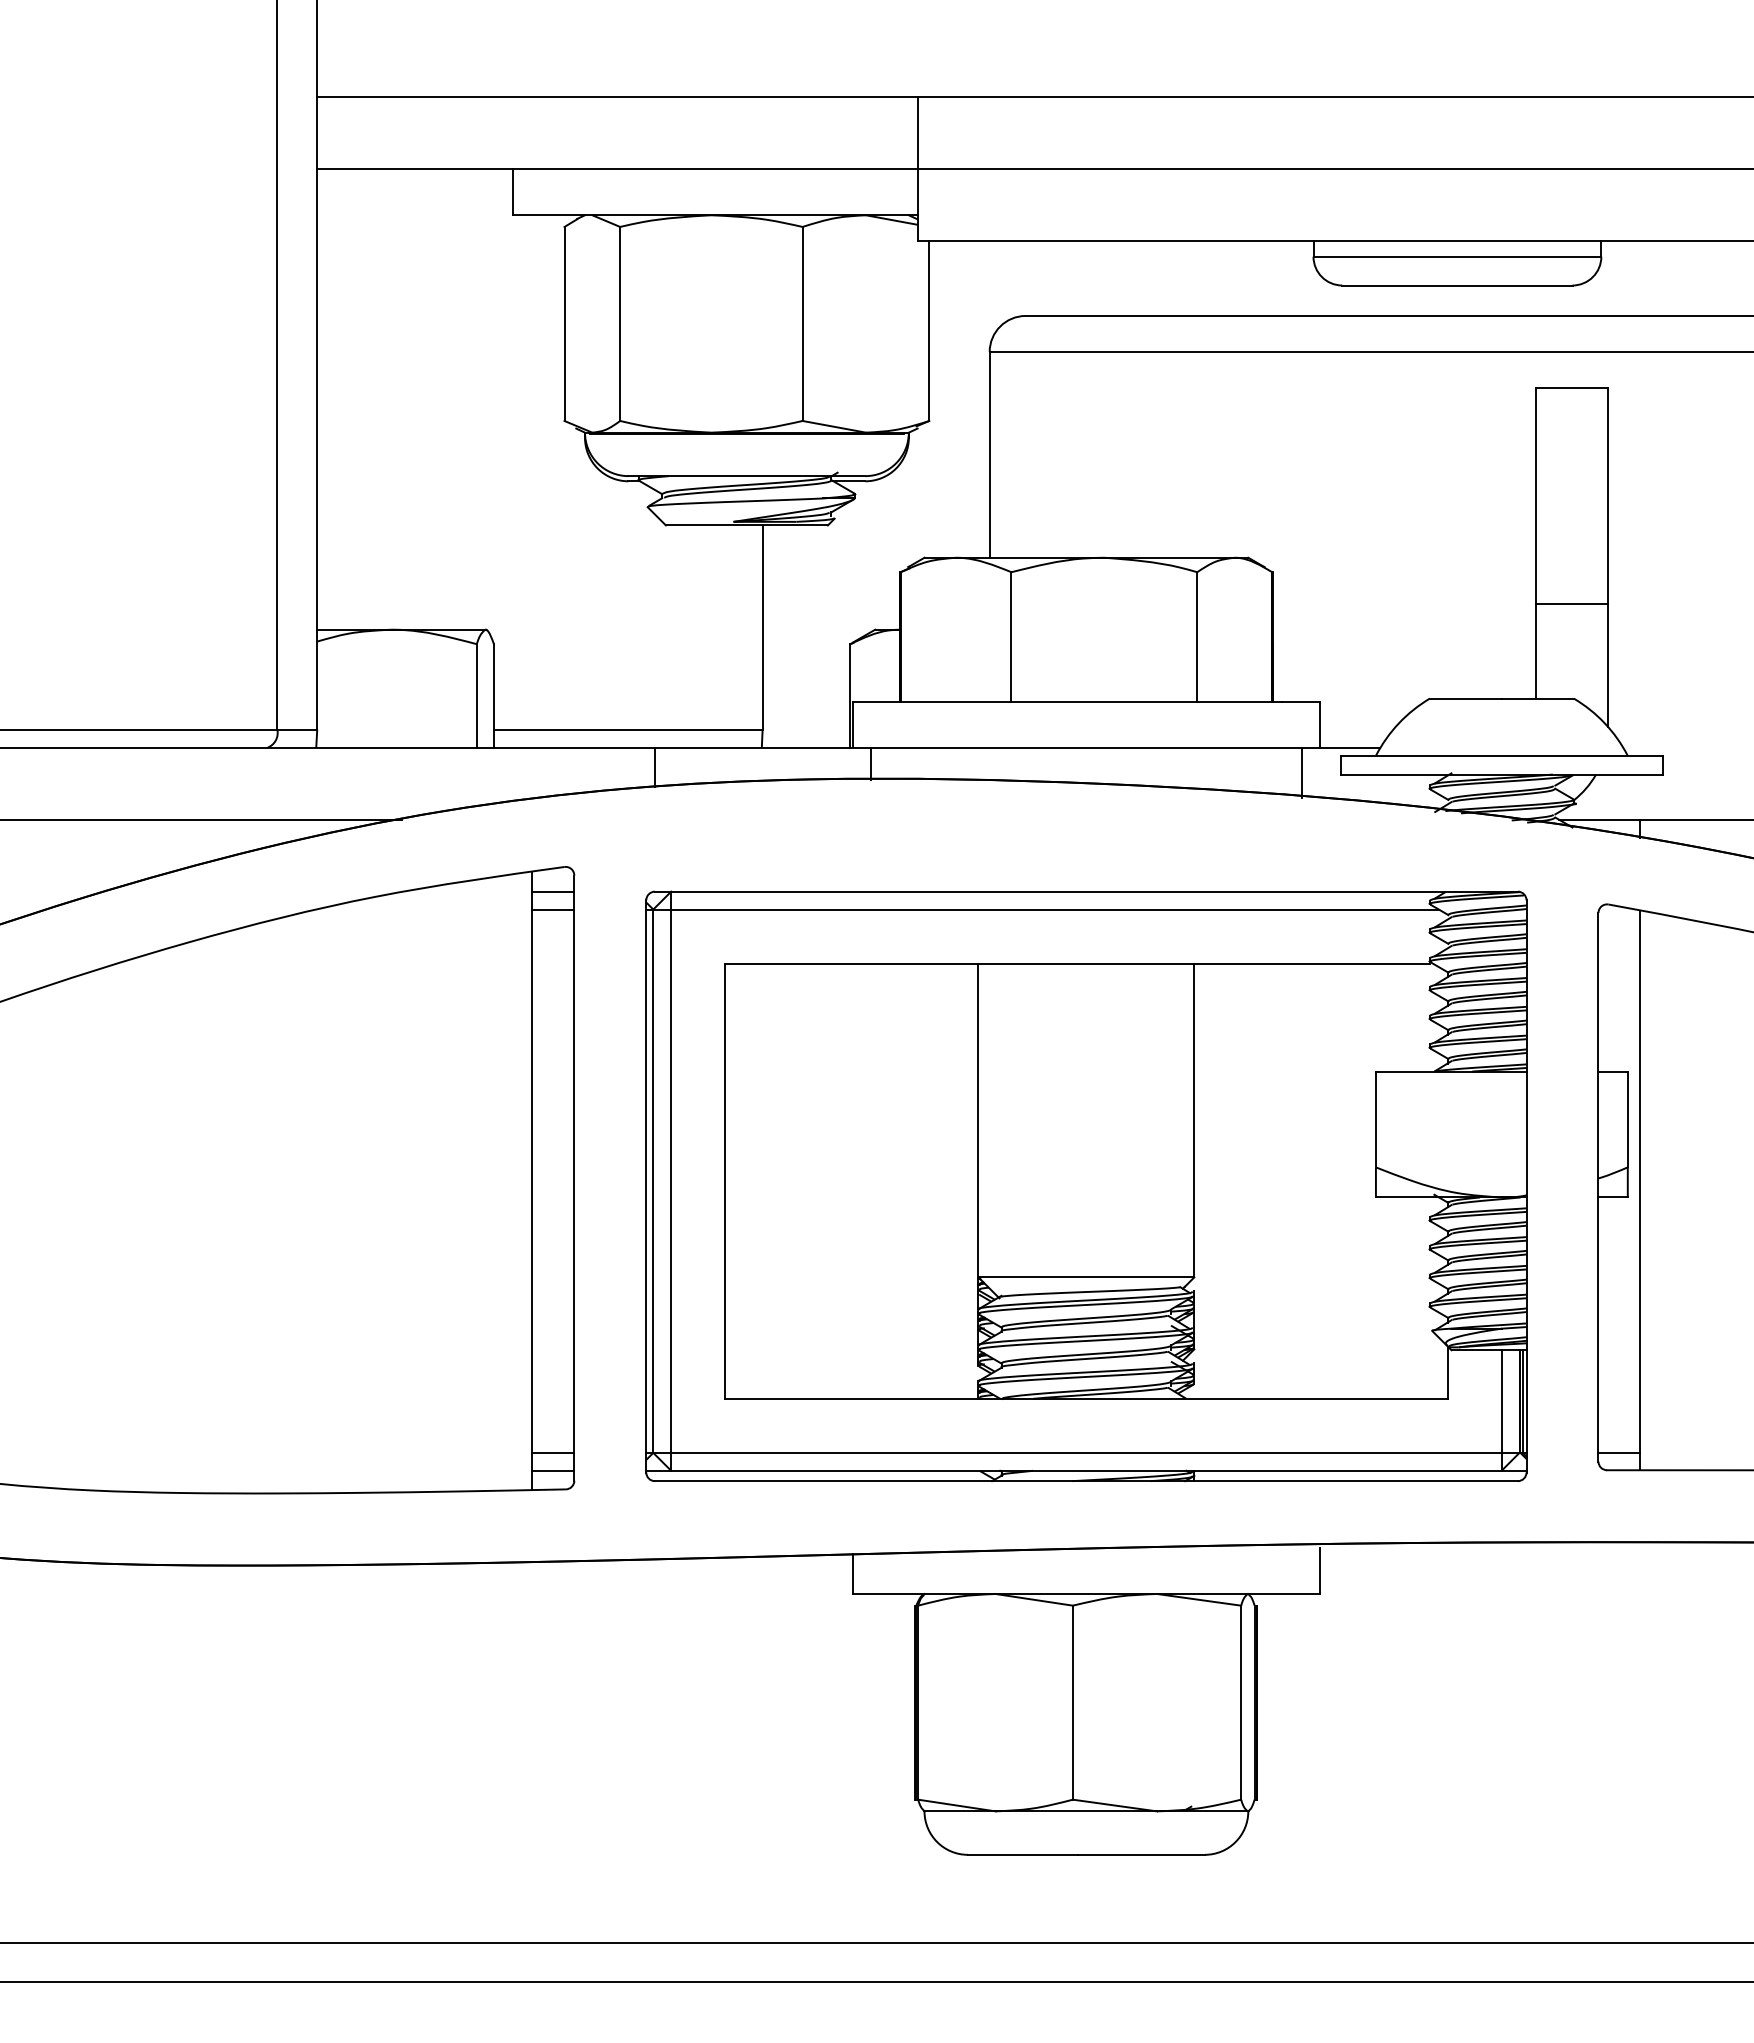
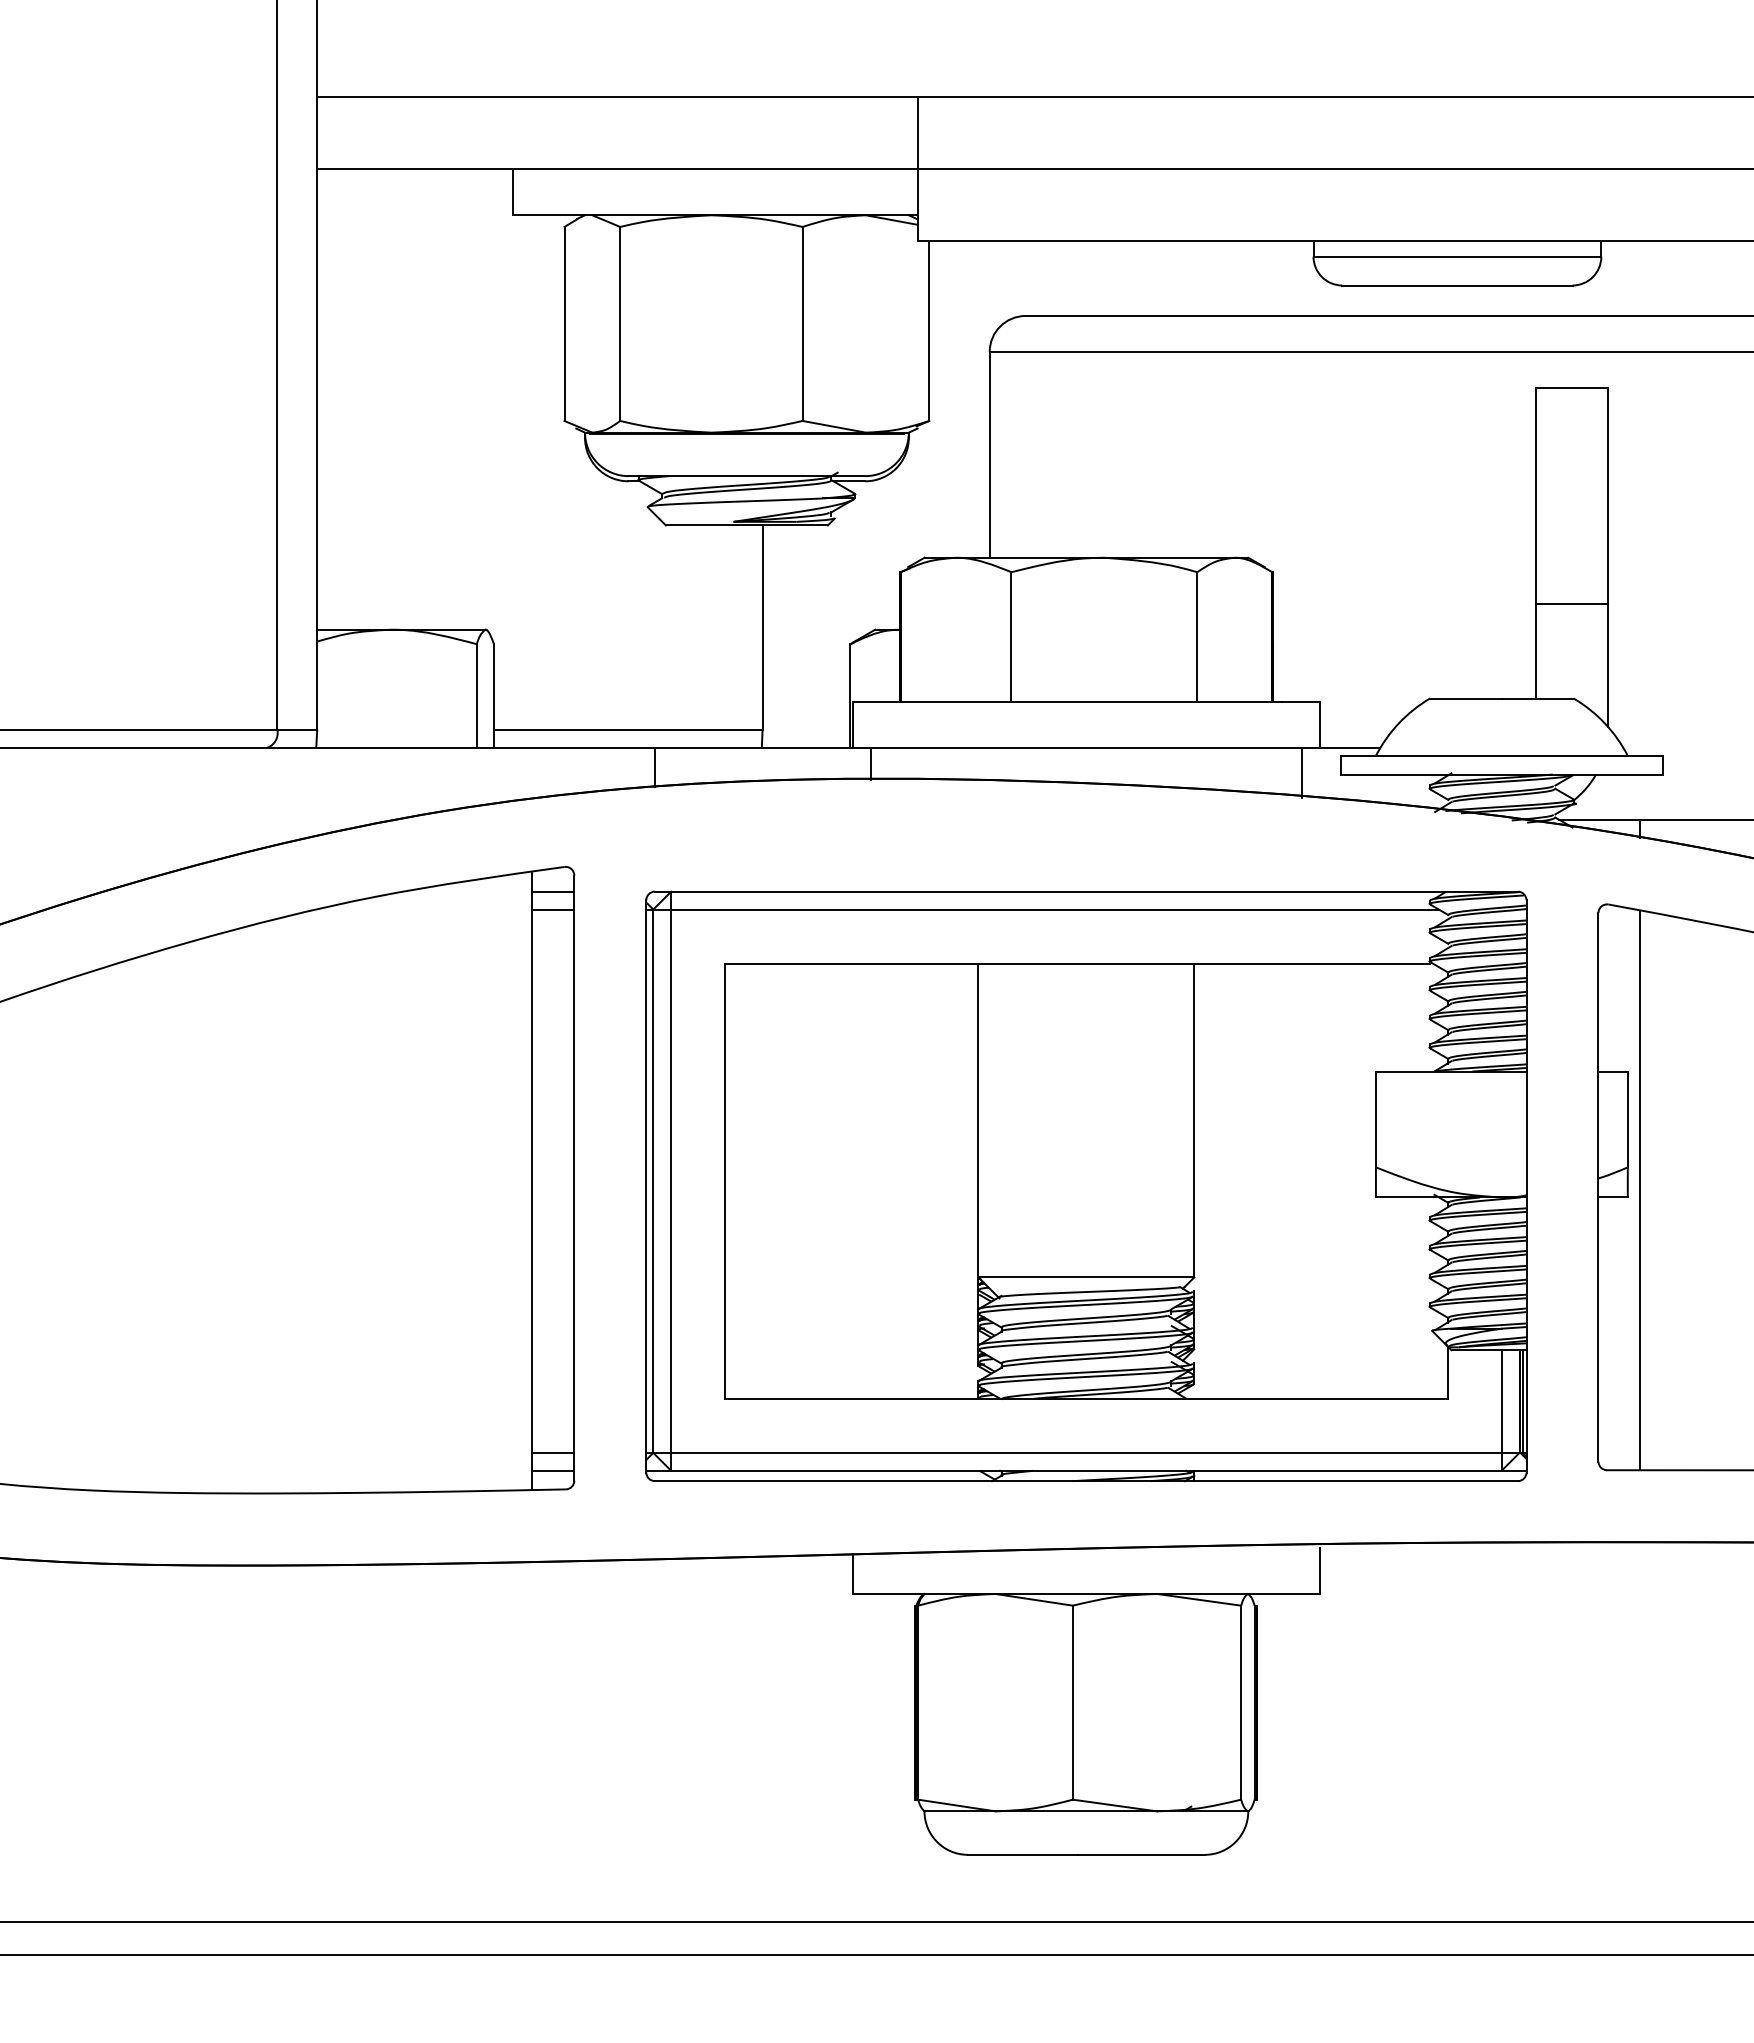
line at (202, 819): present -> none
line at (1619, 1452): present -> none
line at (876, 1943) position: (876, 1943) -> (876, 1922)
line at (876, 1981) position: (876, 1981) -> (876, 1954)
